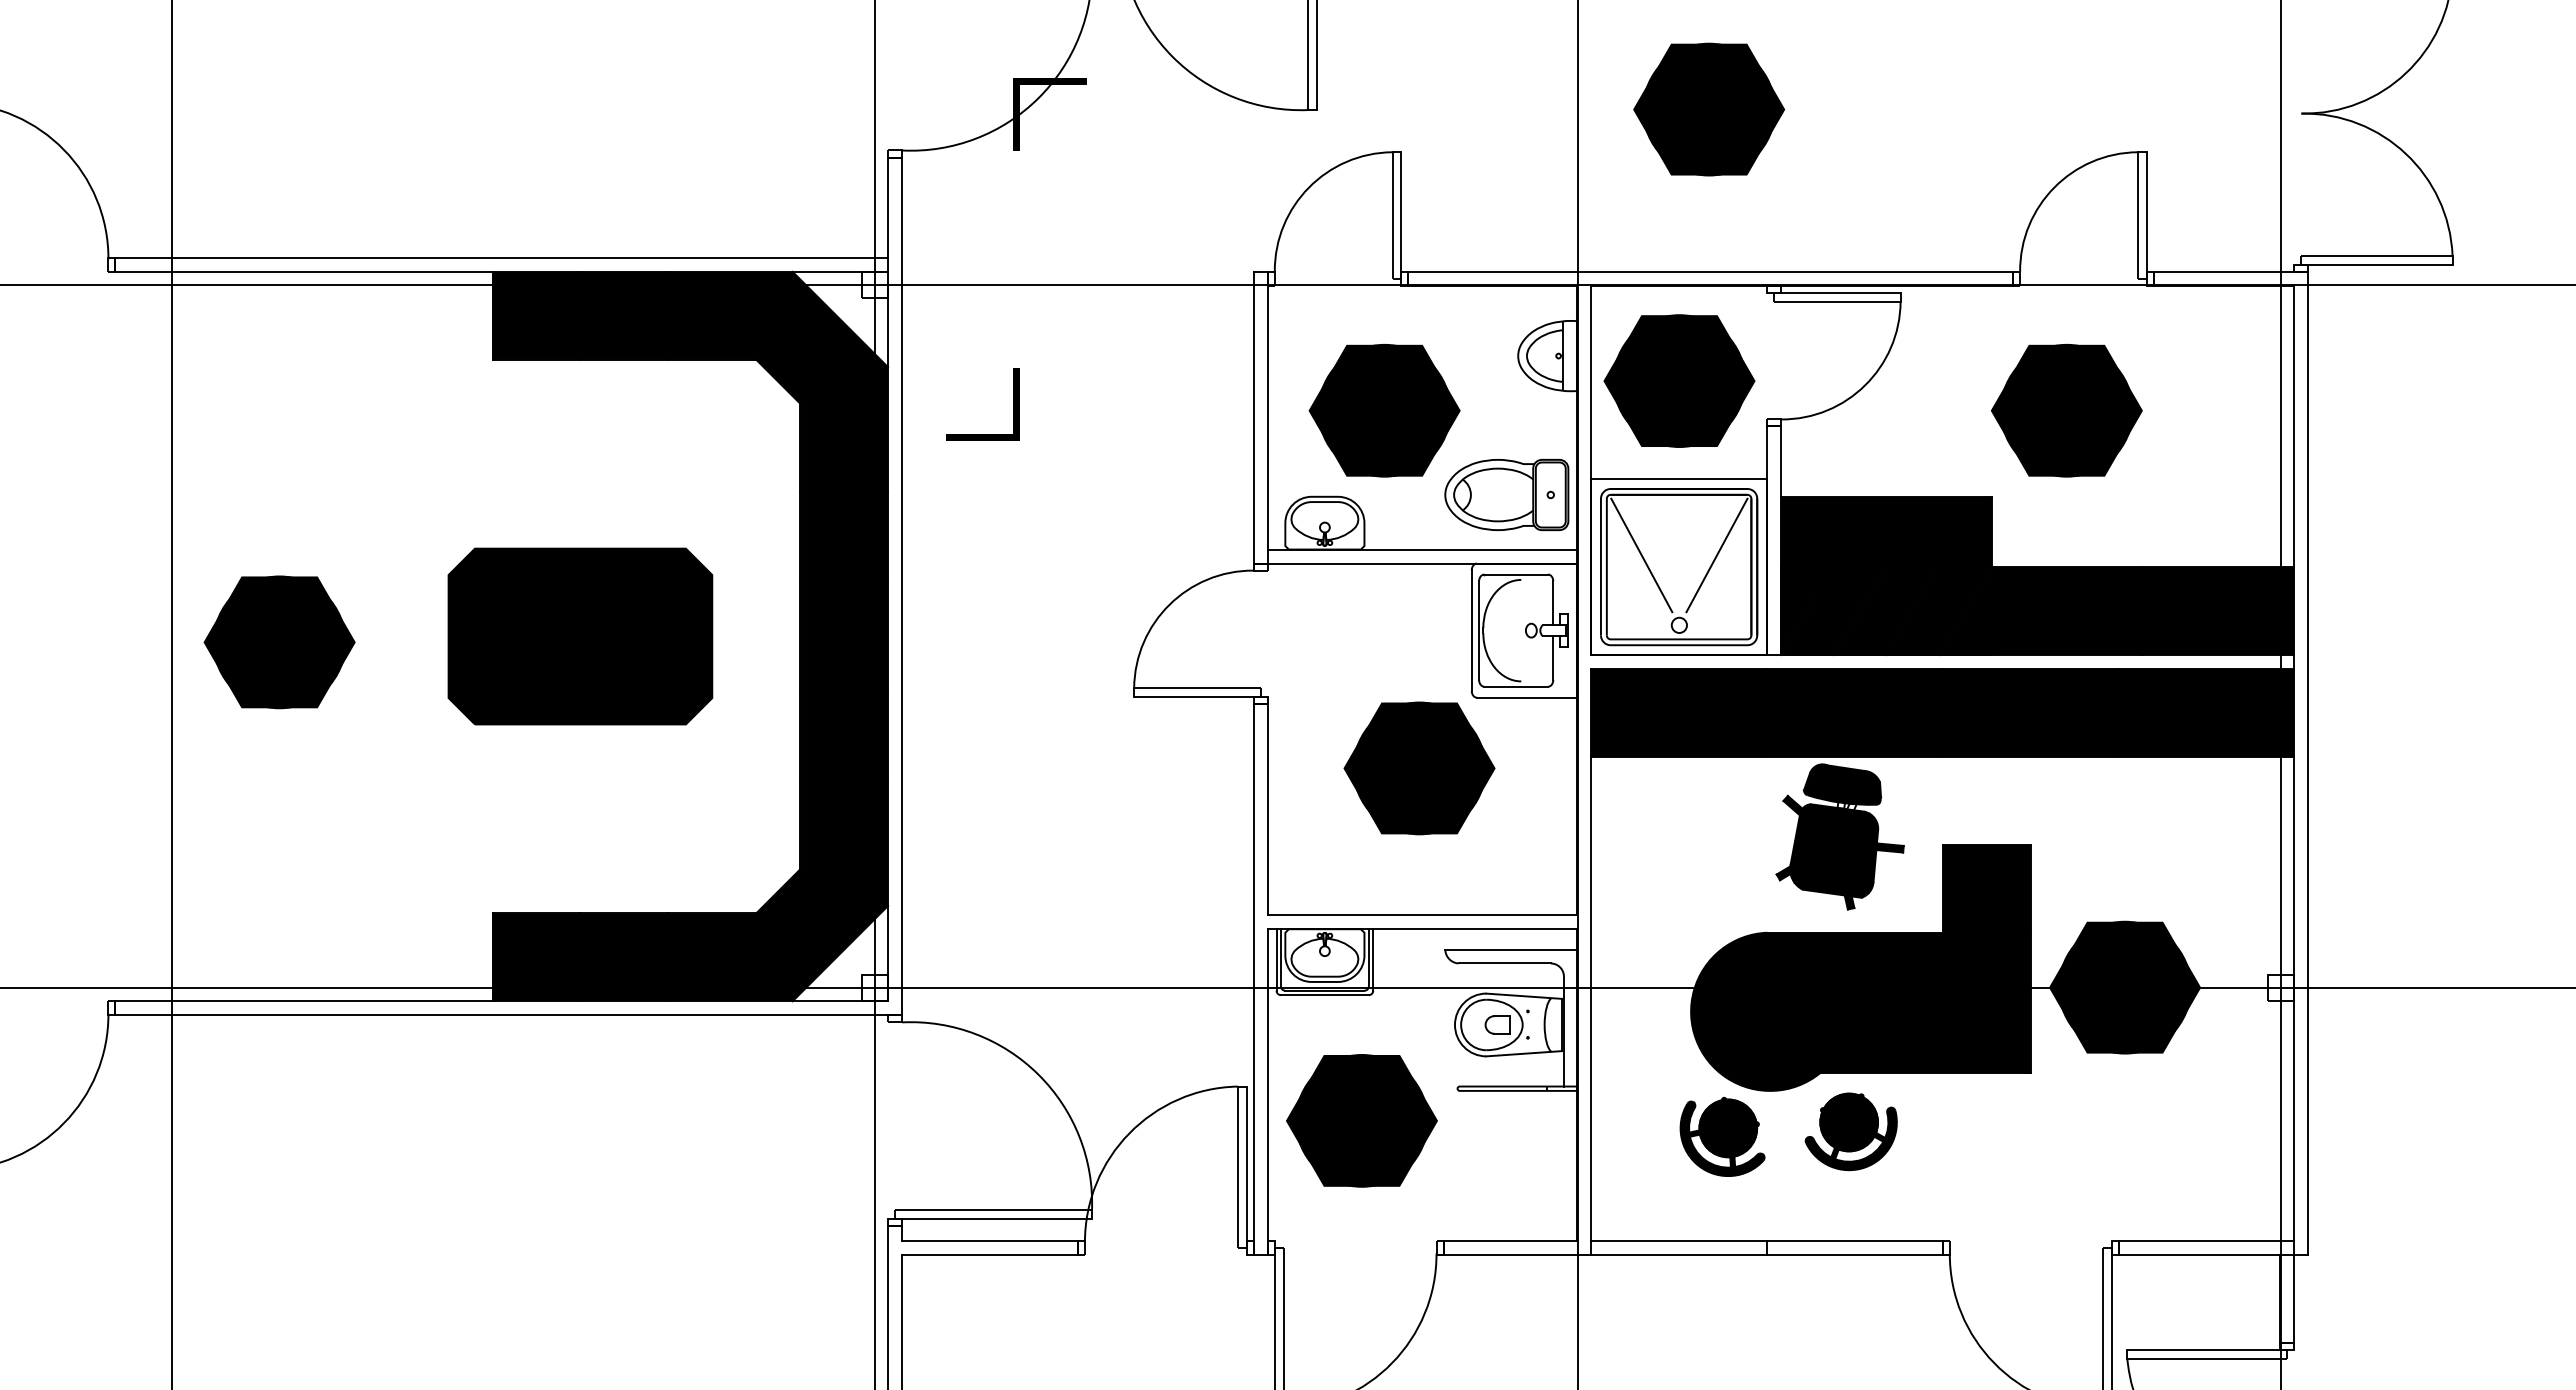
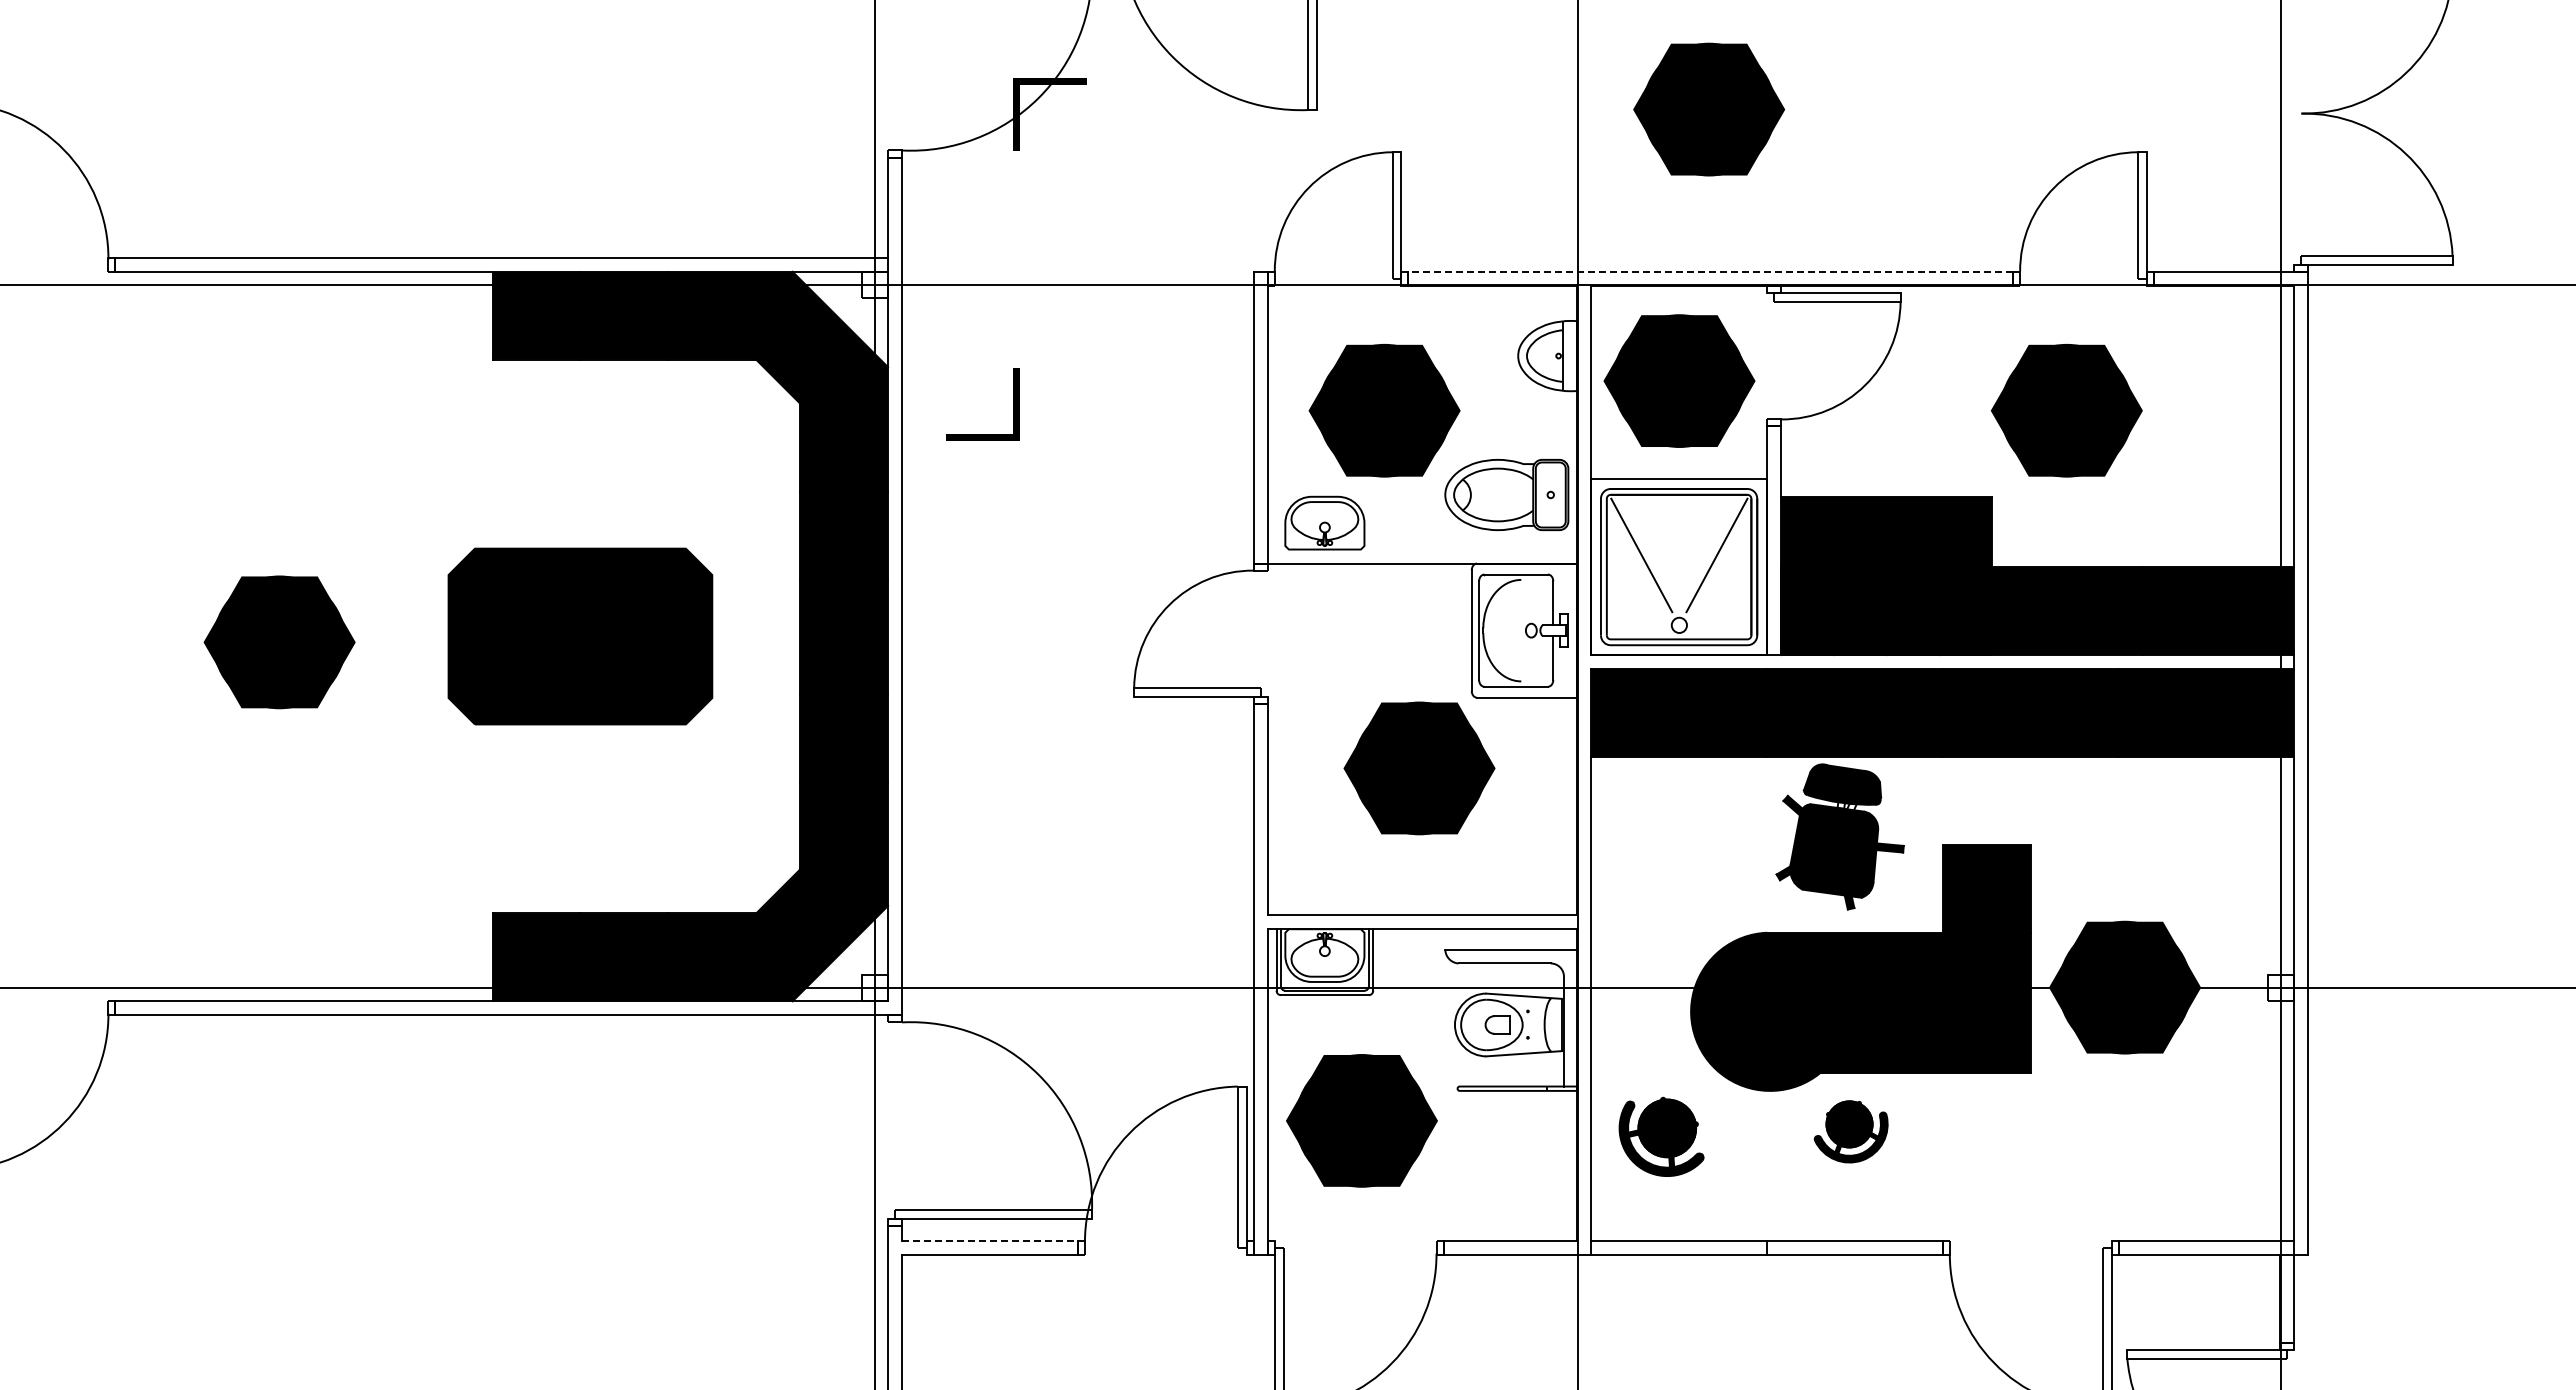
line at (1710, 271): solid -> dashed
line at (1422, 549): present -> none
line at (171, 694): present -> none
part at (1850, 1131) size: 94x80 px -> 76x64 px
part at (1722, 1136) position: (1722, 1136) -> (1661, 1136)
line at (990, 1241): solid -> dashed
